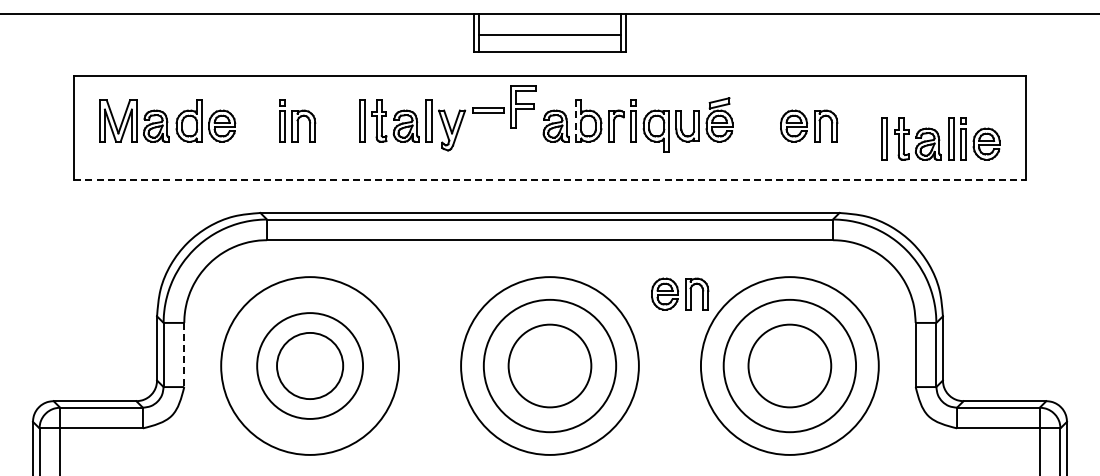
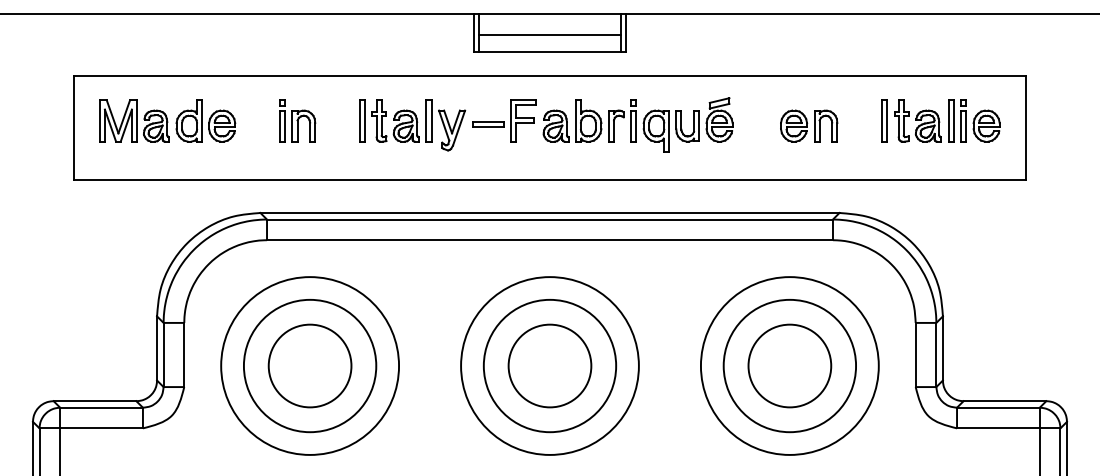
part at (504, 106) position: (504, 106) -> (504, 120)
line at (576, 120): dashed -> solid
part at (940, 138) position: (940, 138) -> (940, 120)
line at (549, 179): dashed -> solid
part at (680, 293): present -> none
line at (184, 355): dashed -> solid
circle at (310, 365) diameter: 106 px -> 132 px
circle at (310, 365) diameter: 66 px -> 83 px
